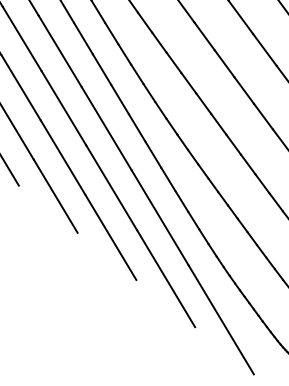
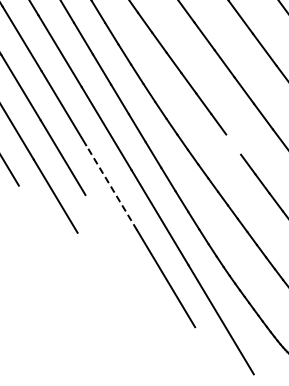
line at (233, 144): present -> none
line at (111, 187): solid -> dashed
line at (110, 237): present -> none
